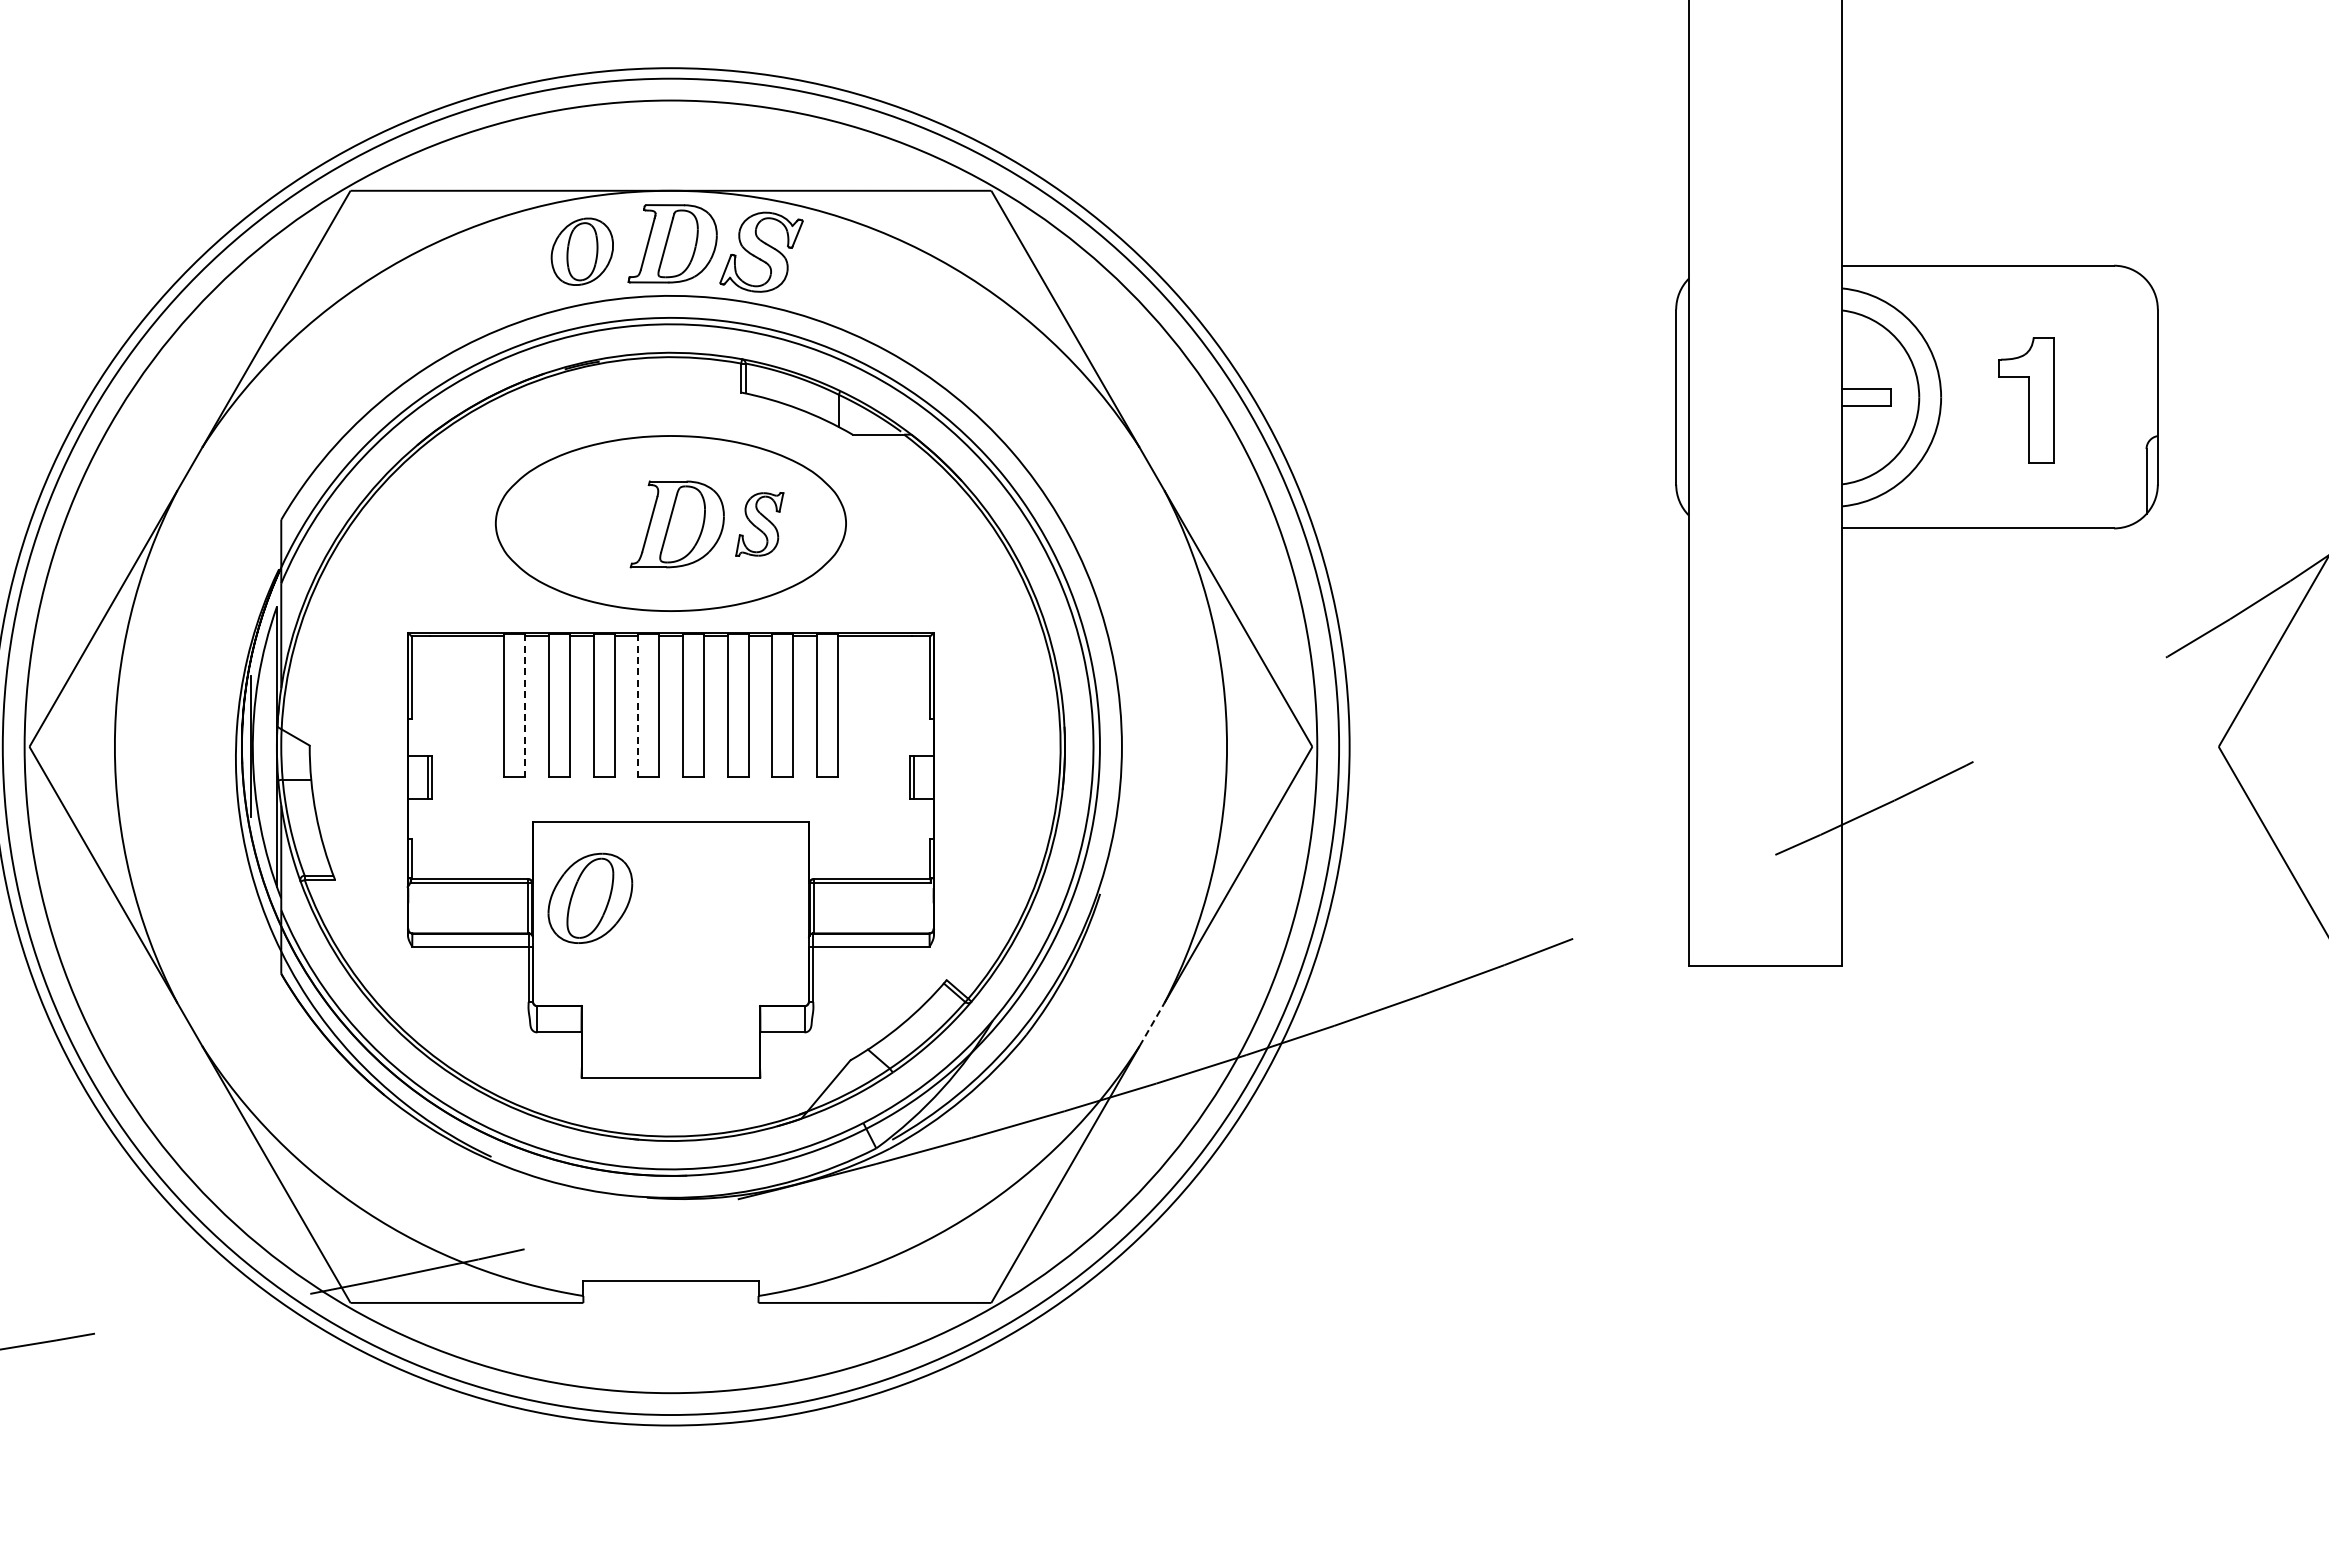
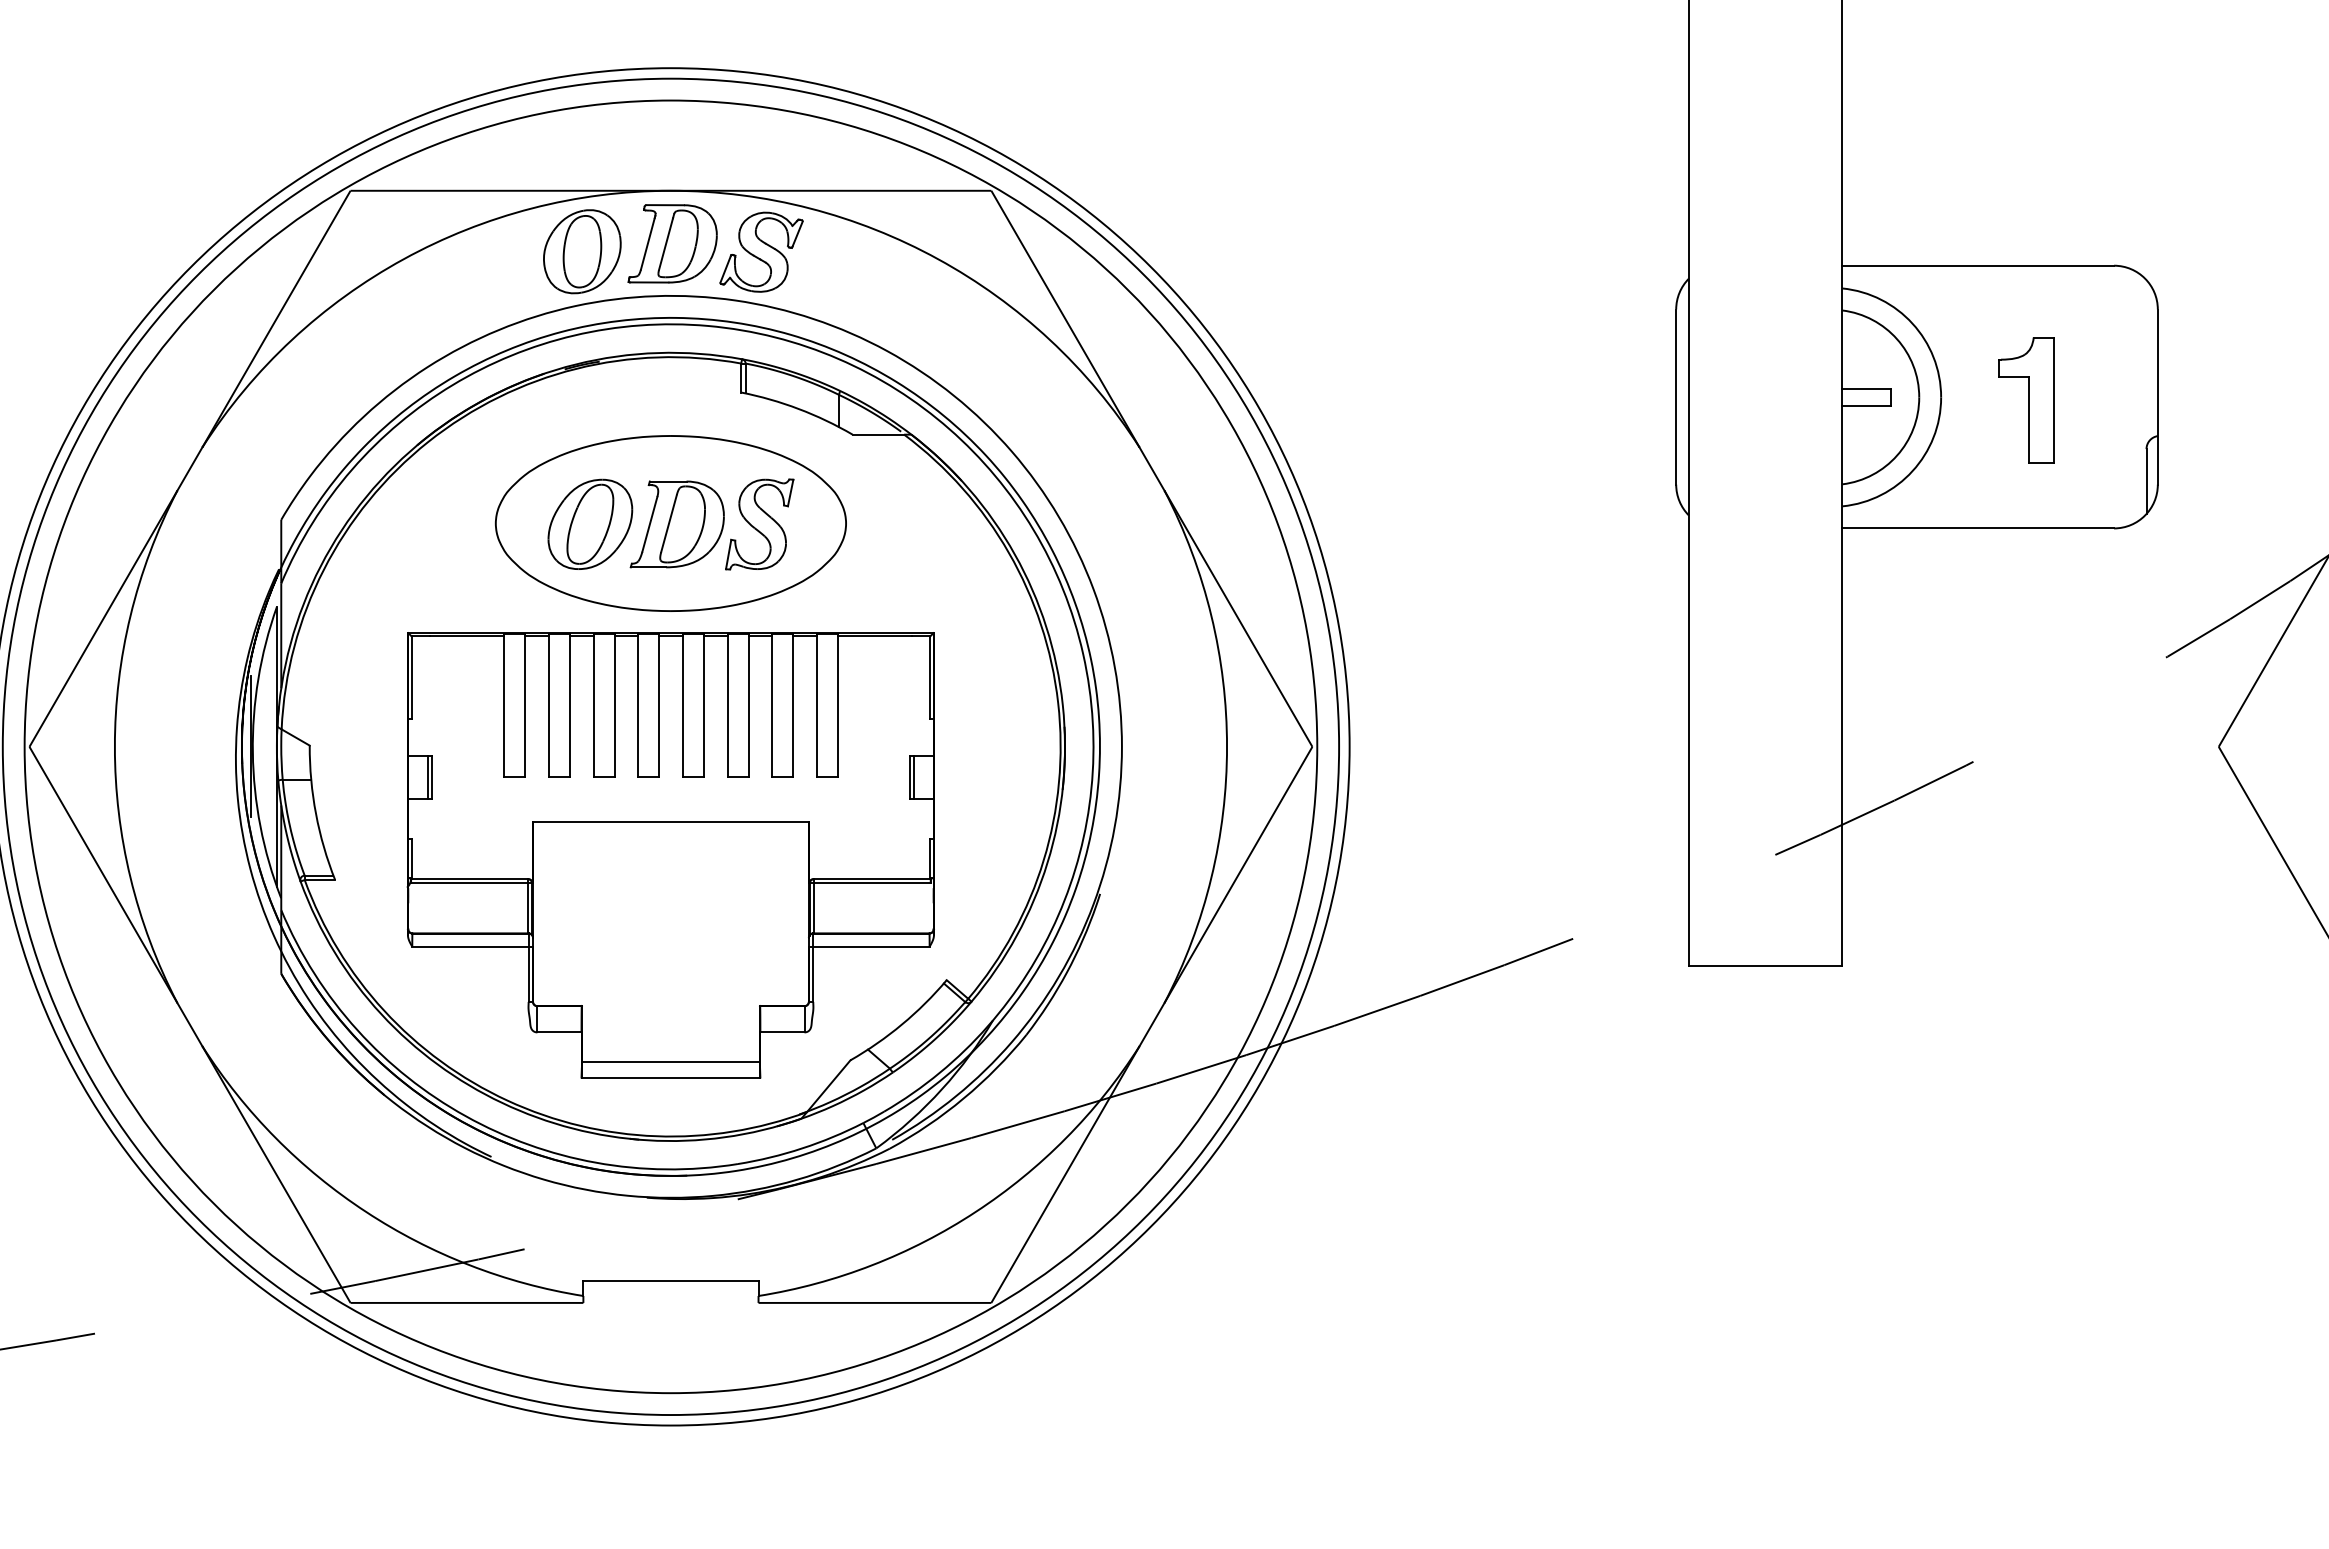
part at (581, 251) size: 64x69 px -> 79x86 px
part at (759, 524) size: 50x65 px -> 70x93 px
line at (525, 706): dashed -> solid
line at (638, 706): dashed -> solid
part at (590, 897) position: (590, 897) -> (590, 523)
line at (1152, 1024): dashed -> solid
line at (670, 1061): none -> present
